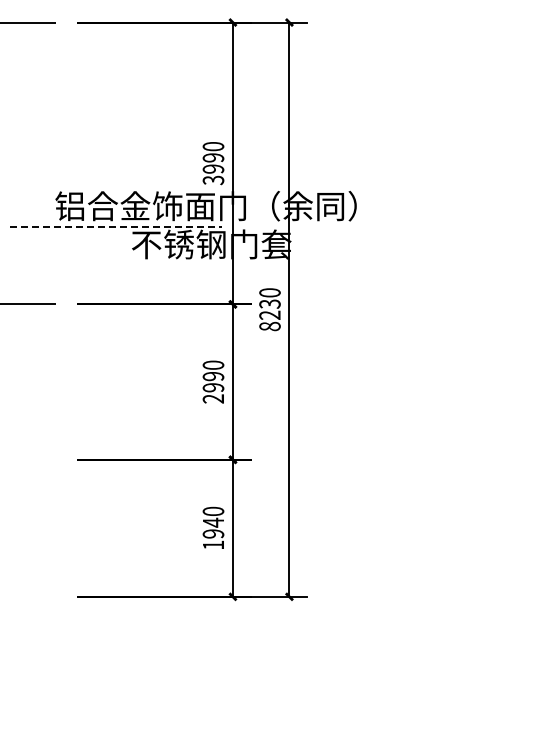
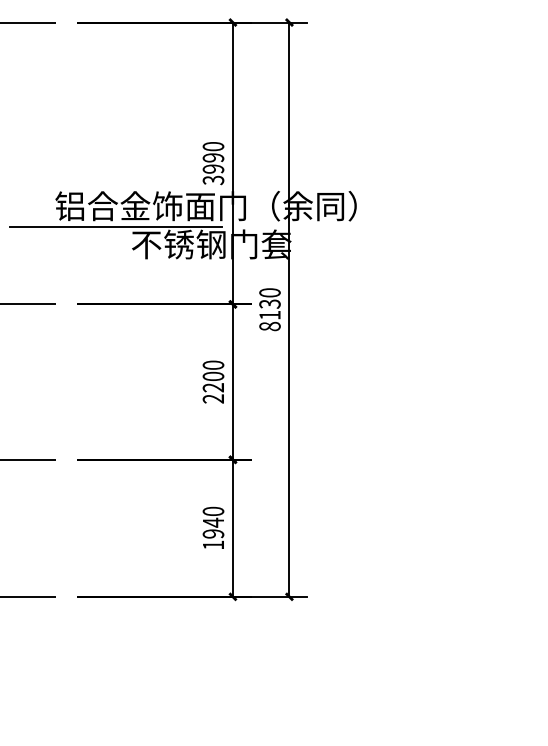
line at (116, 227): dashed -> solid
text at (269, 314): 8230 -> 8130
text at (213, 381): 2990 -> 2200
line at (29, 459): none -> present
line at (29, 596): none -> present
